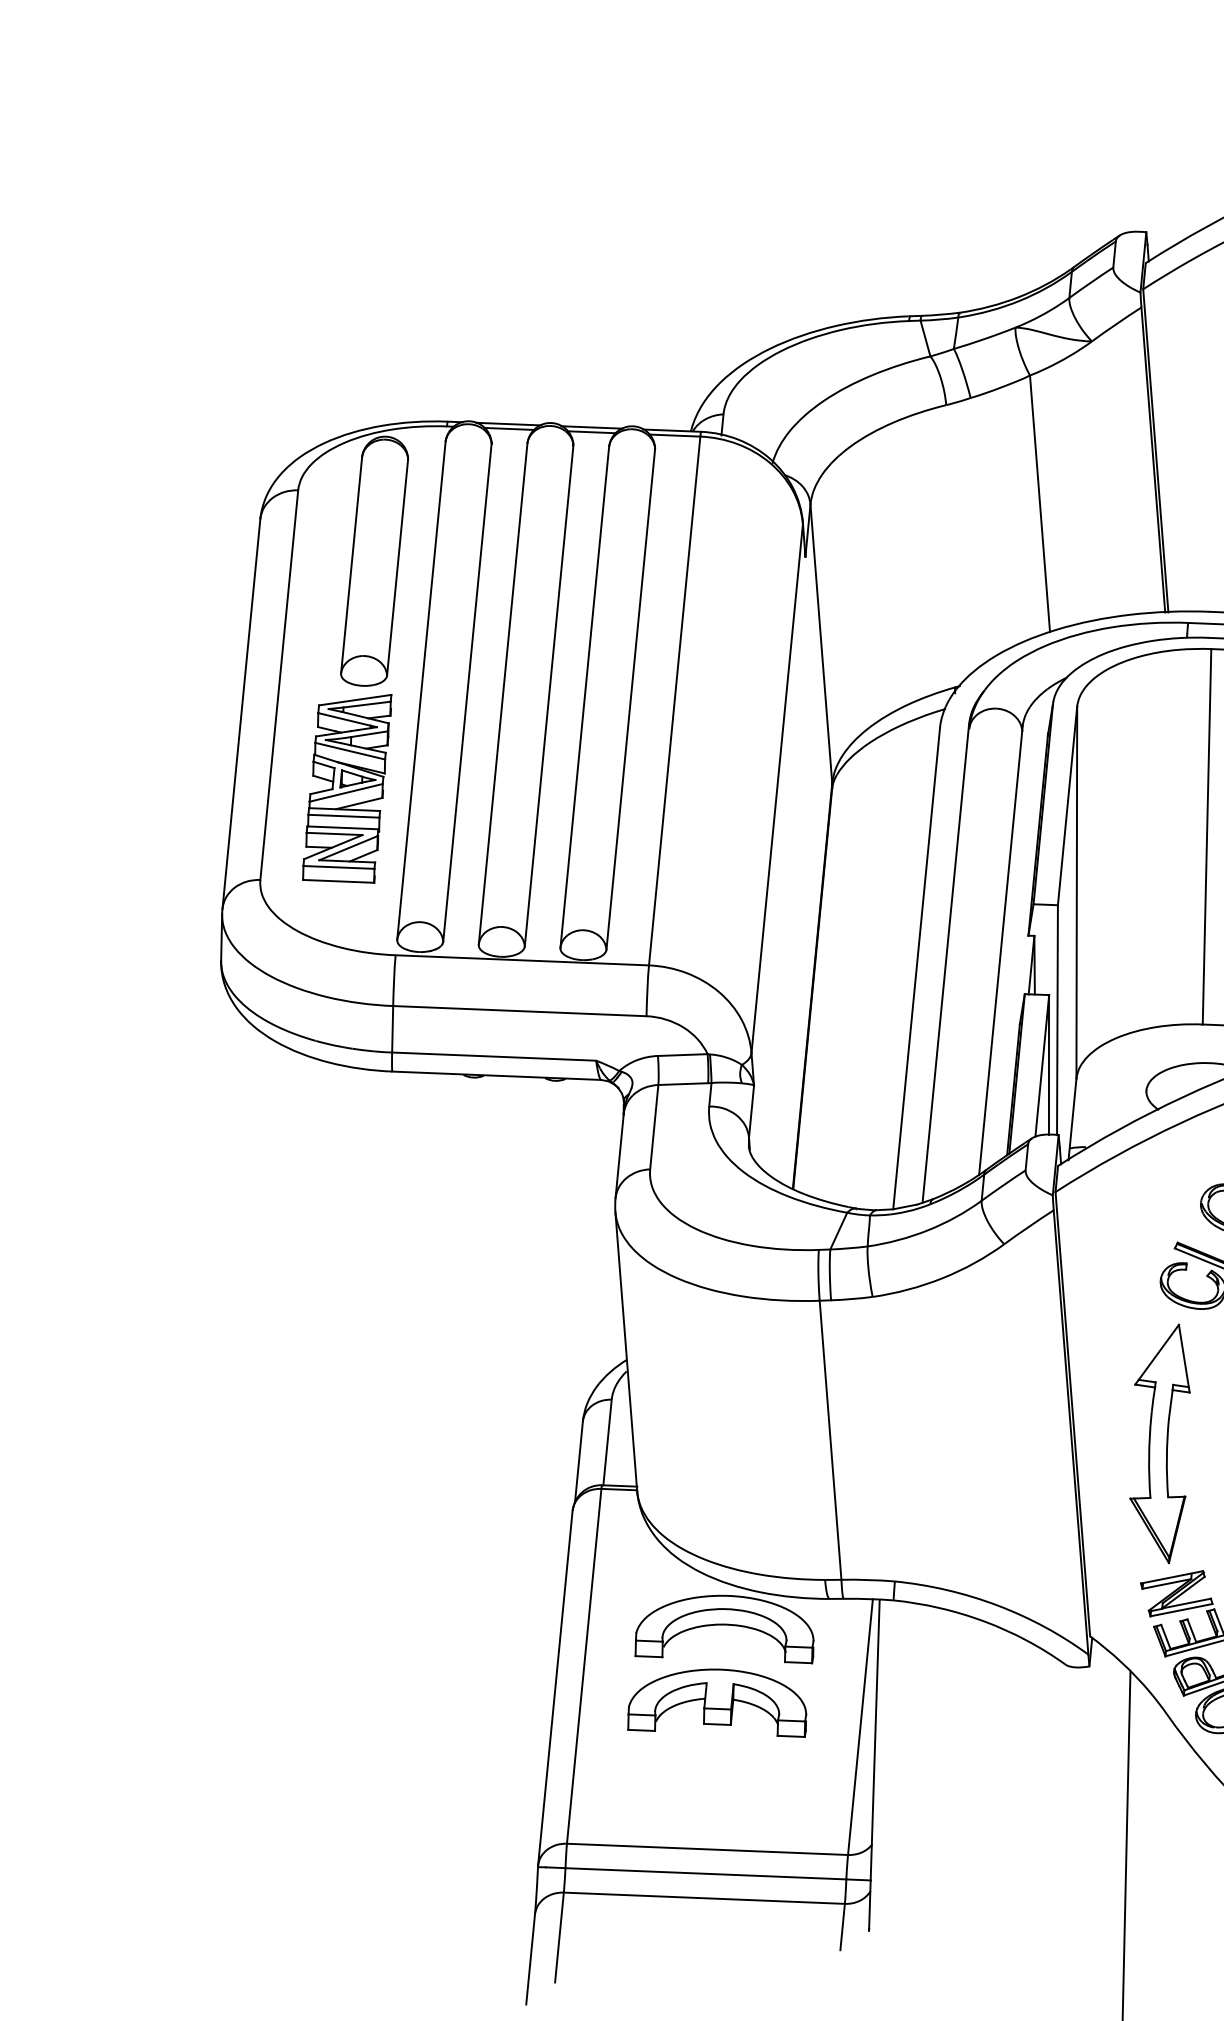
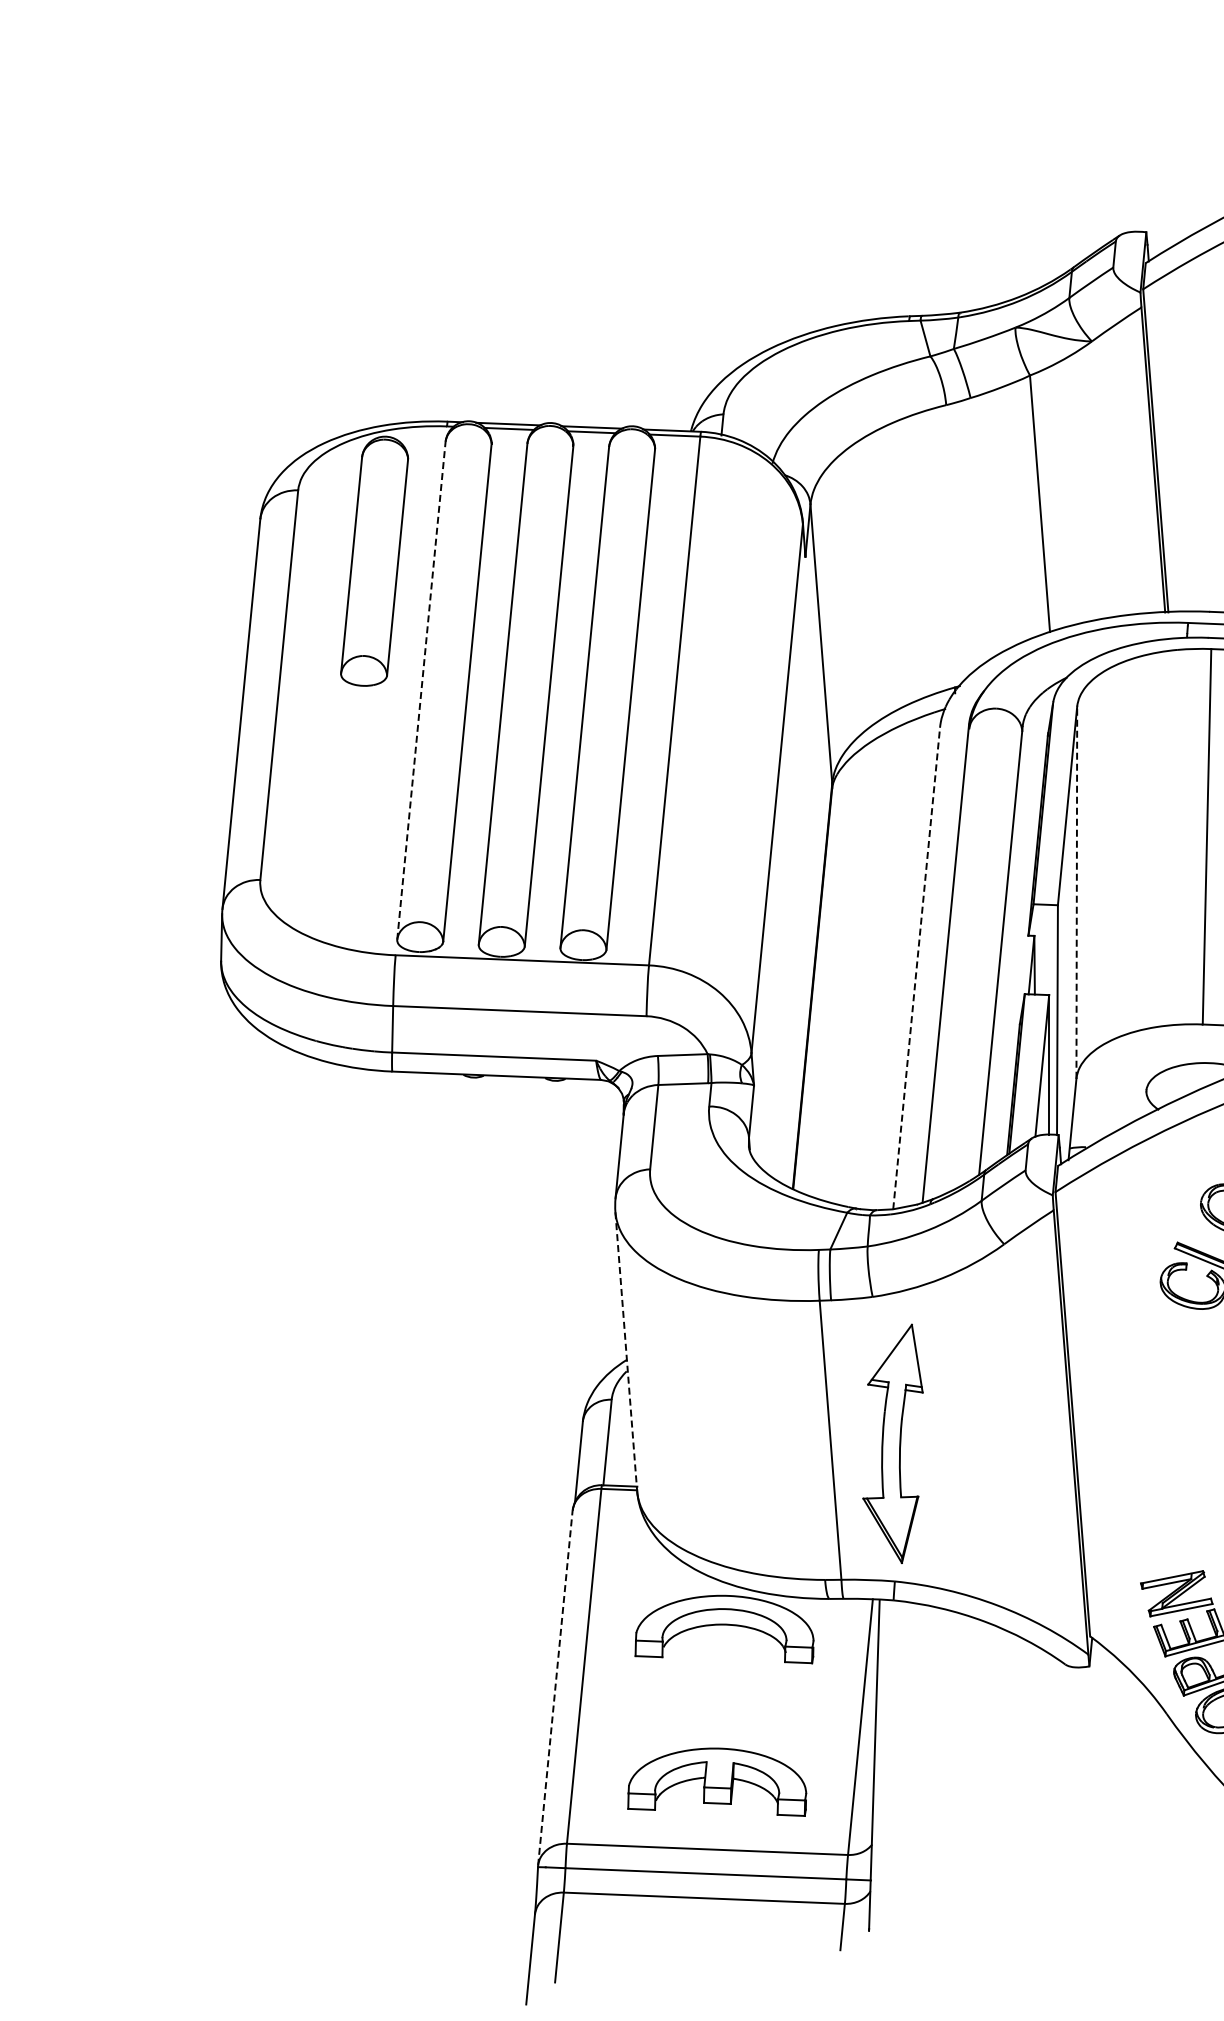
line at (421, 690): solid -> dashed
part at (347, 788): present -> none
line at (1076, 892): solid -> dashed
line at (916, 968): solid -> dashed
line at (626, 1351): solid -> dashed
part at (1159, 1443) position: (1159, 1443) -> (892, 1443)
line at (555, 1687): solid -> dashed
part at (717, 1702) position: (717, 1702) -> (717, 1781)
line at (1126, 1844): present -> none
